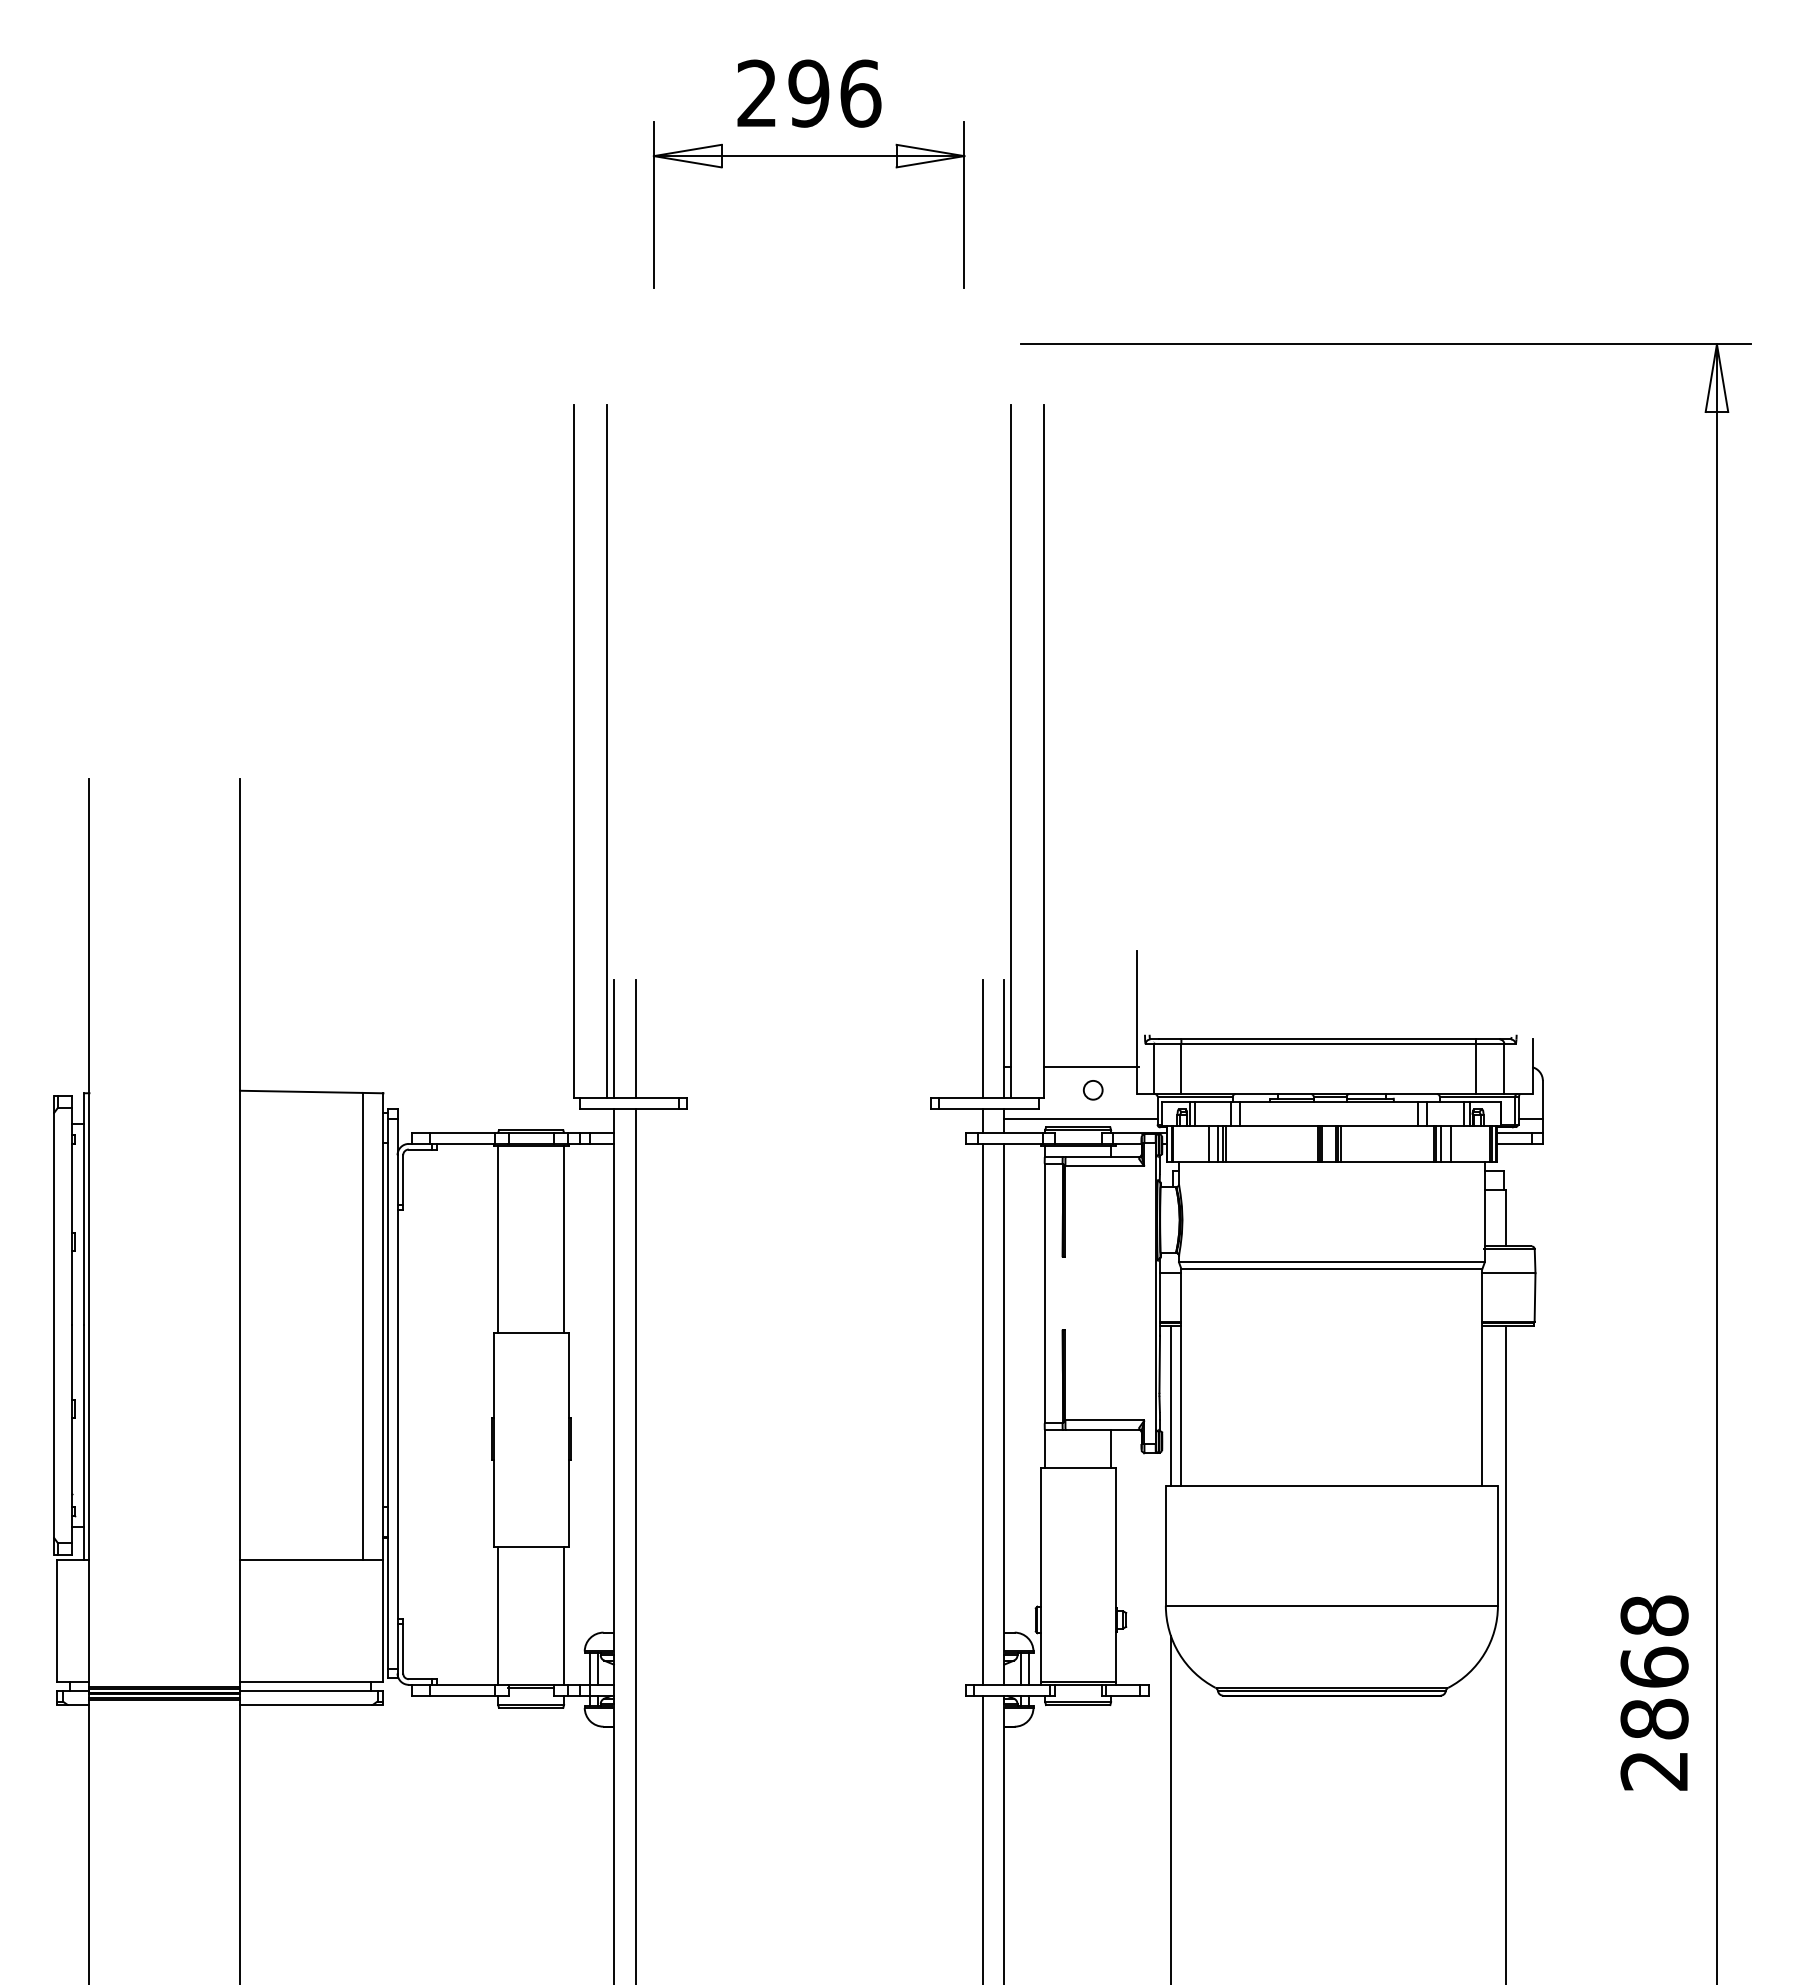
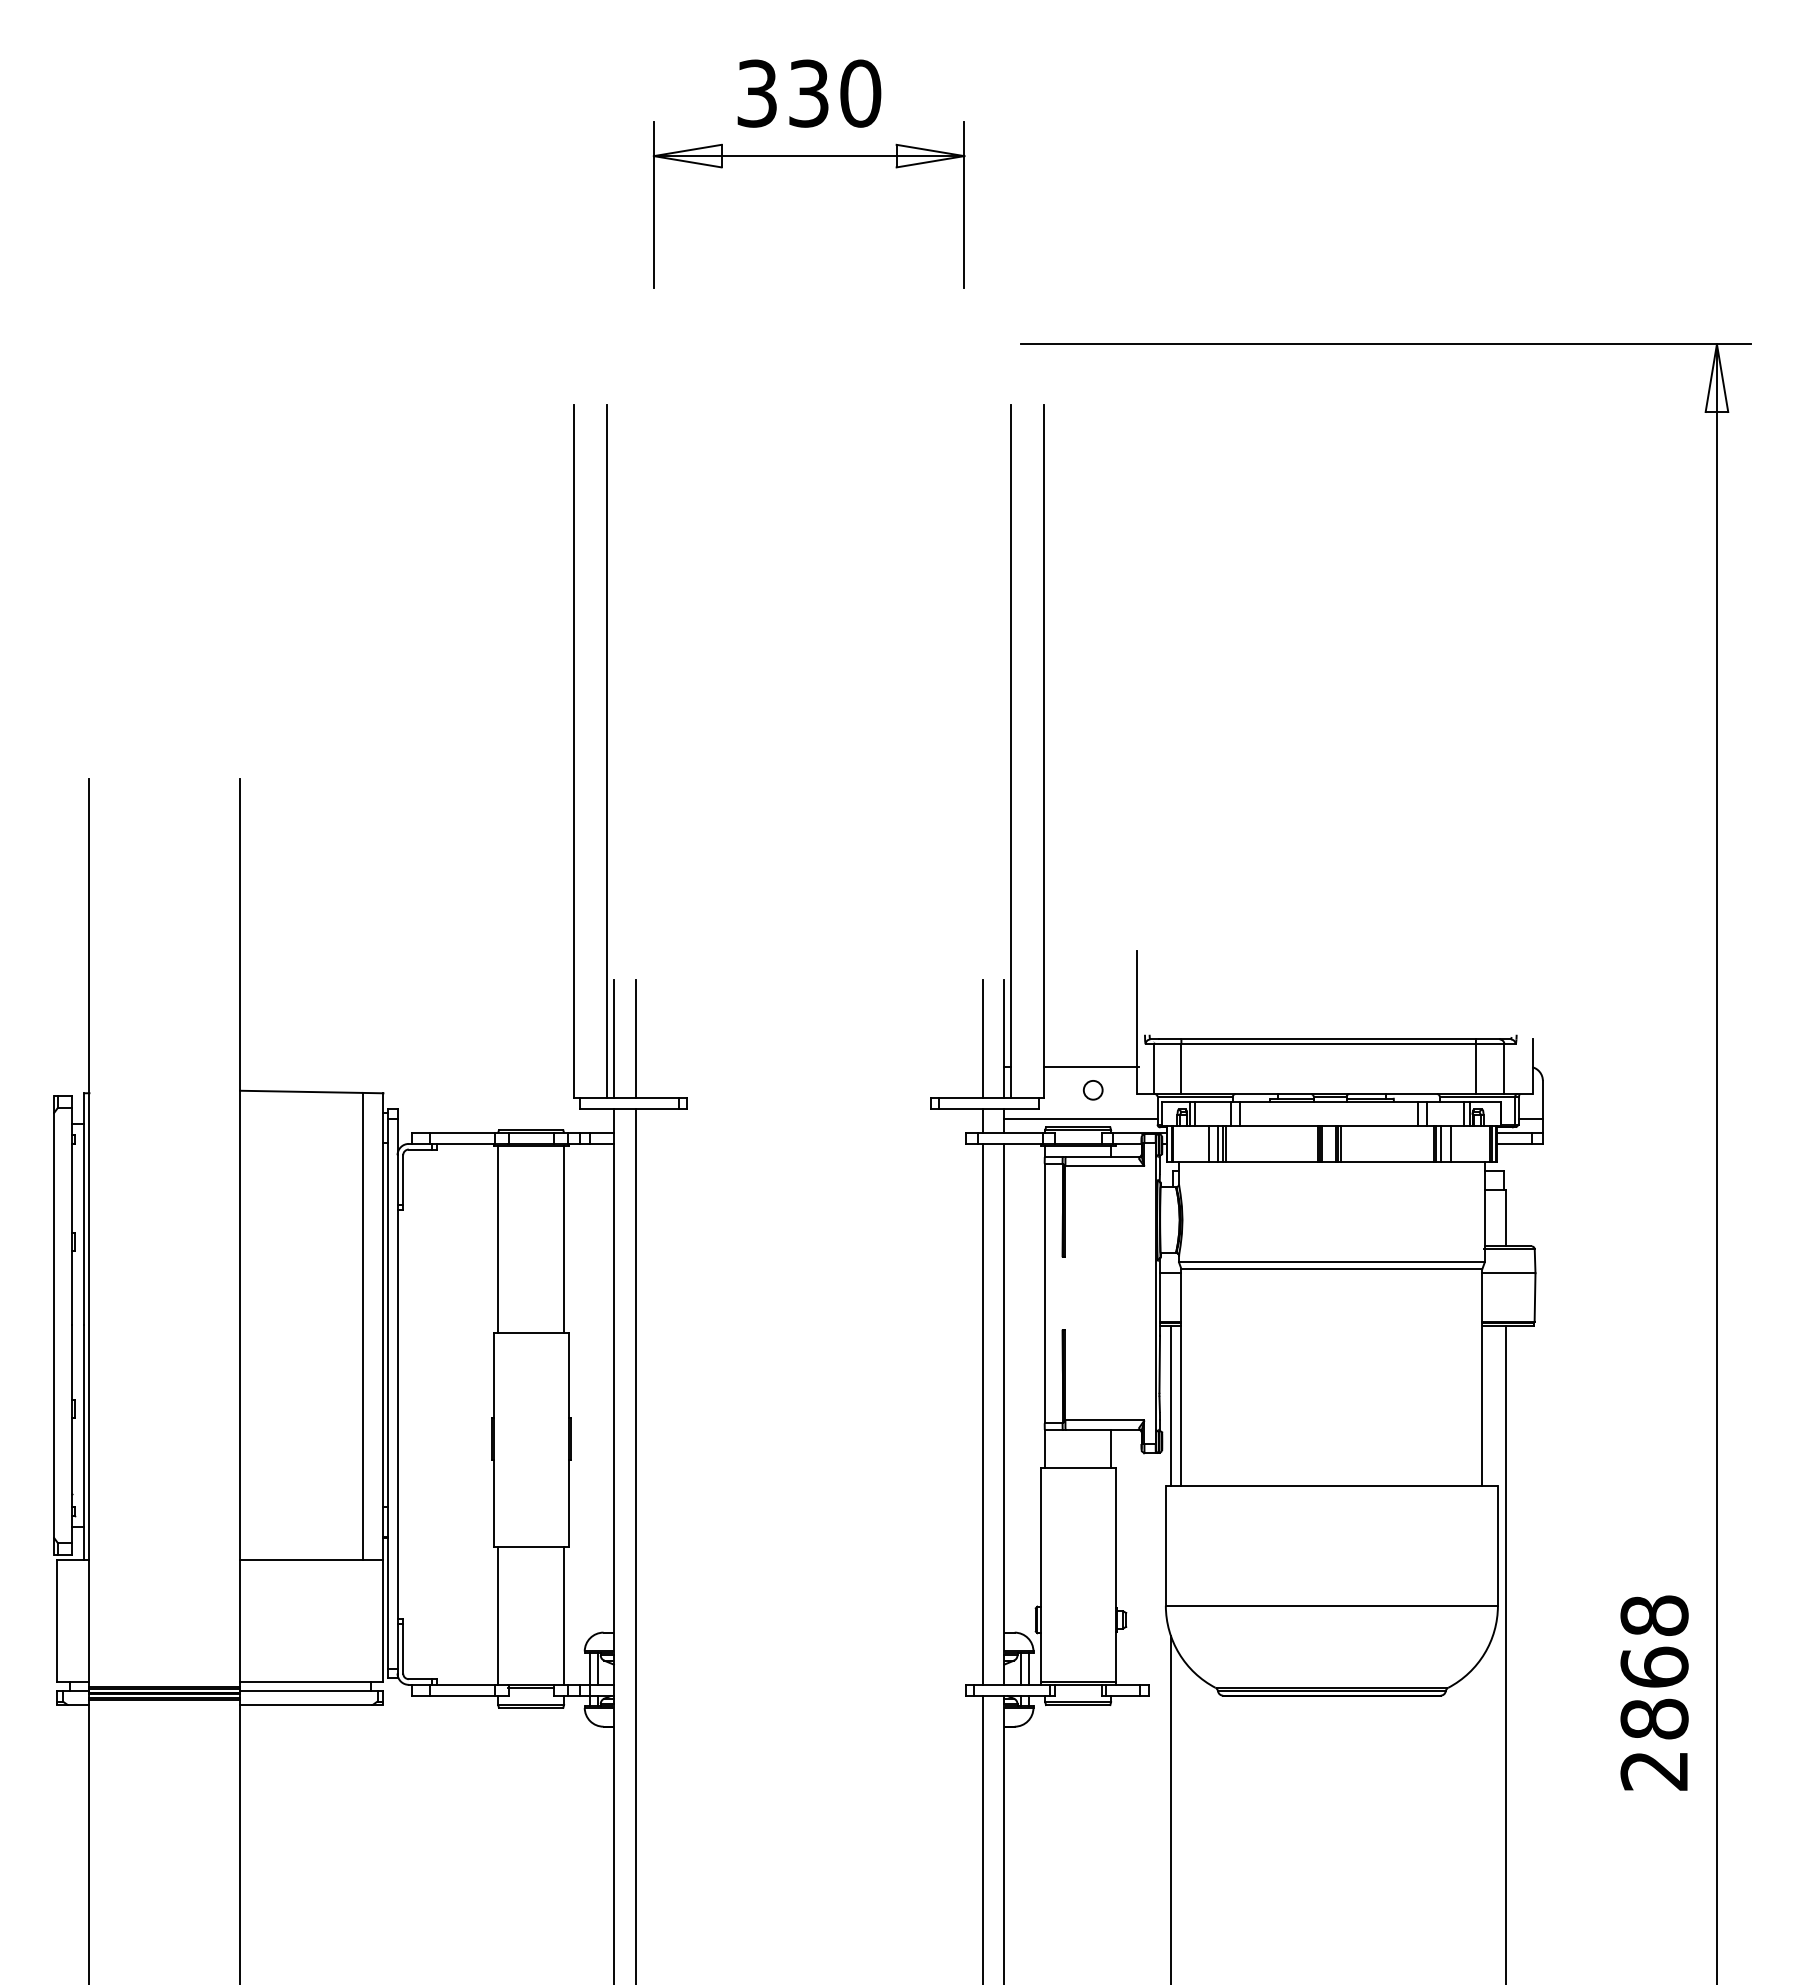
text at (809, 93): 296 -> 330
